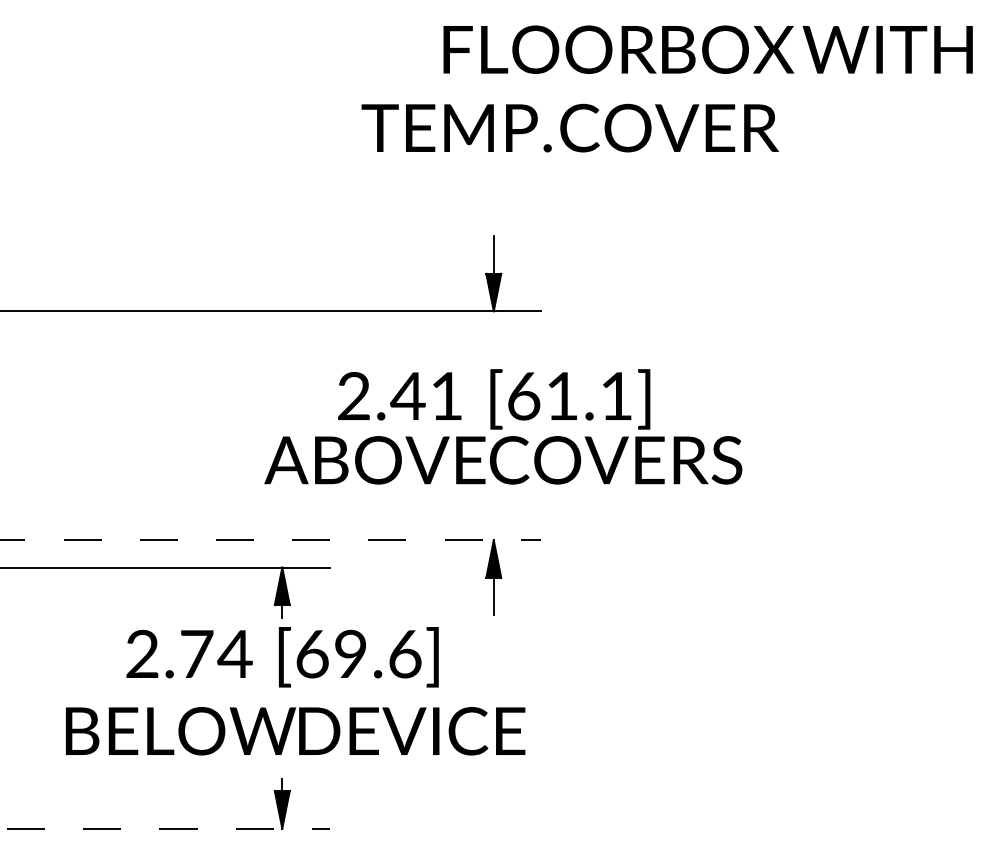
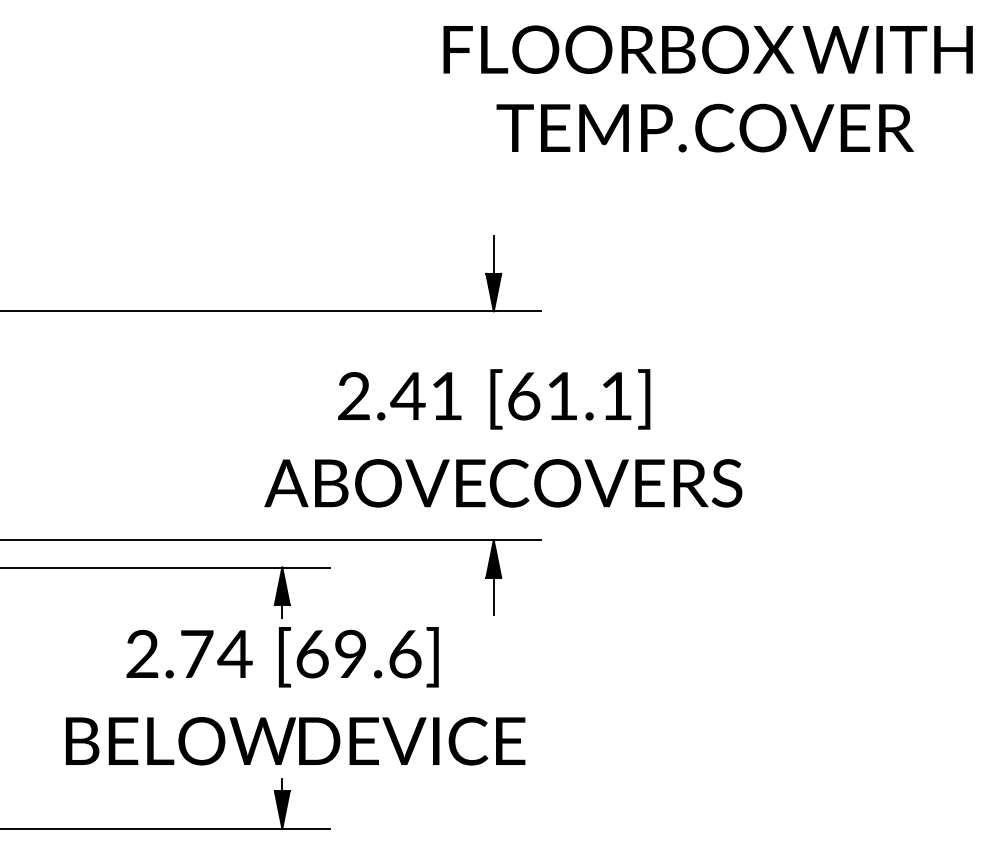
text at (569, 127) position: (569, 127) -> (704, 127)
text at (503, 460) position: (503, 460) -> (503, 483)
line at (270, 540): dashed -> solid
text at (295, 731) position: (295, 731) -> (295, 741)
line at (165, 828): dashed -> solid
